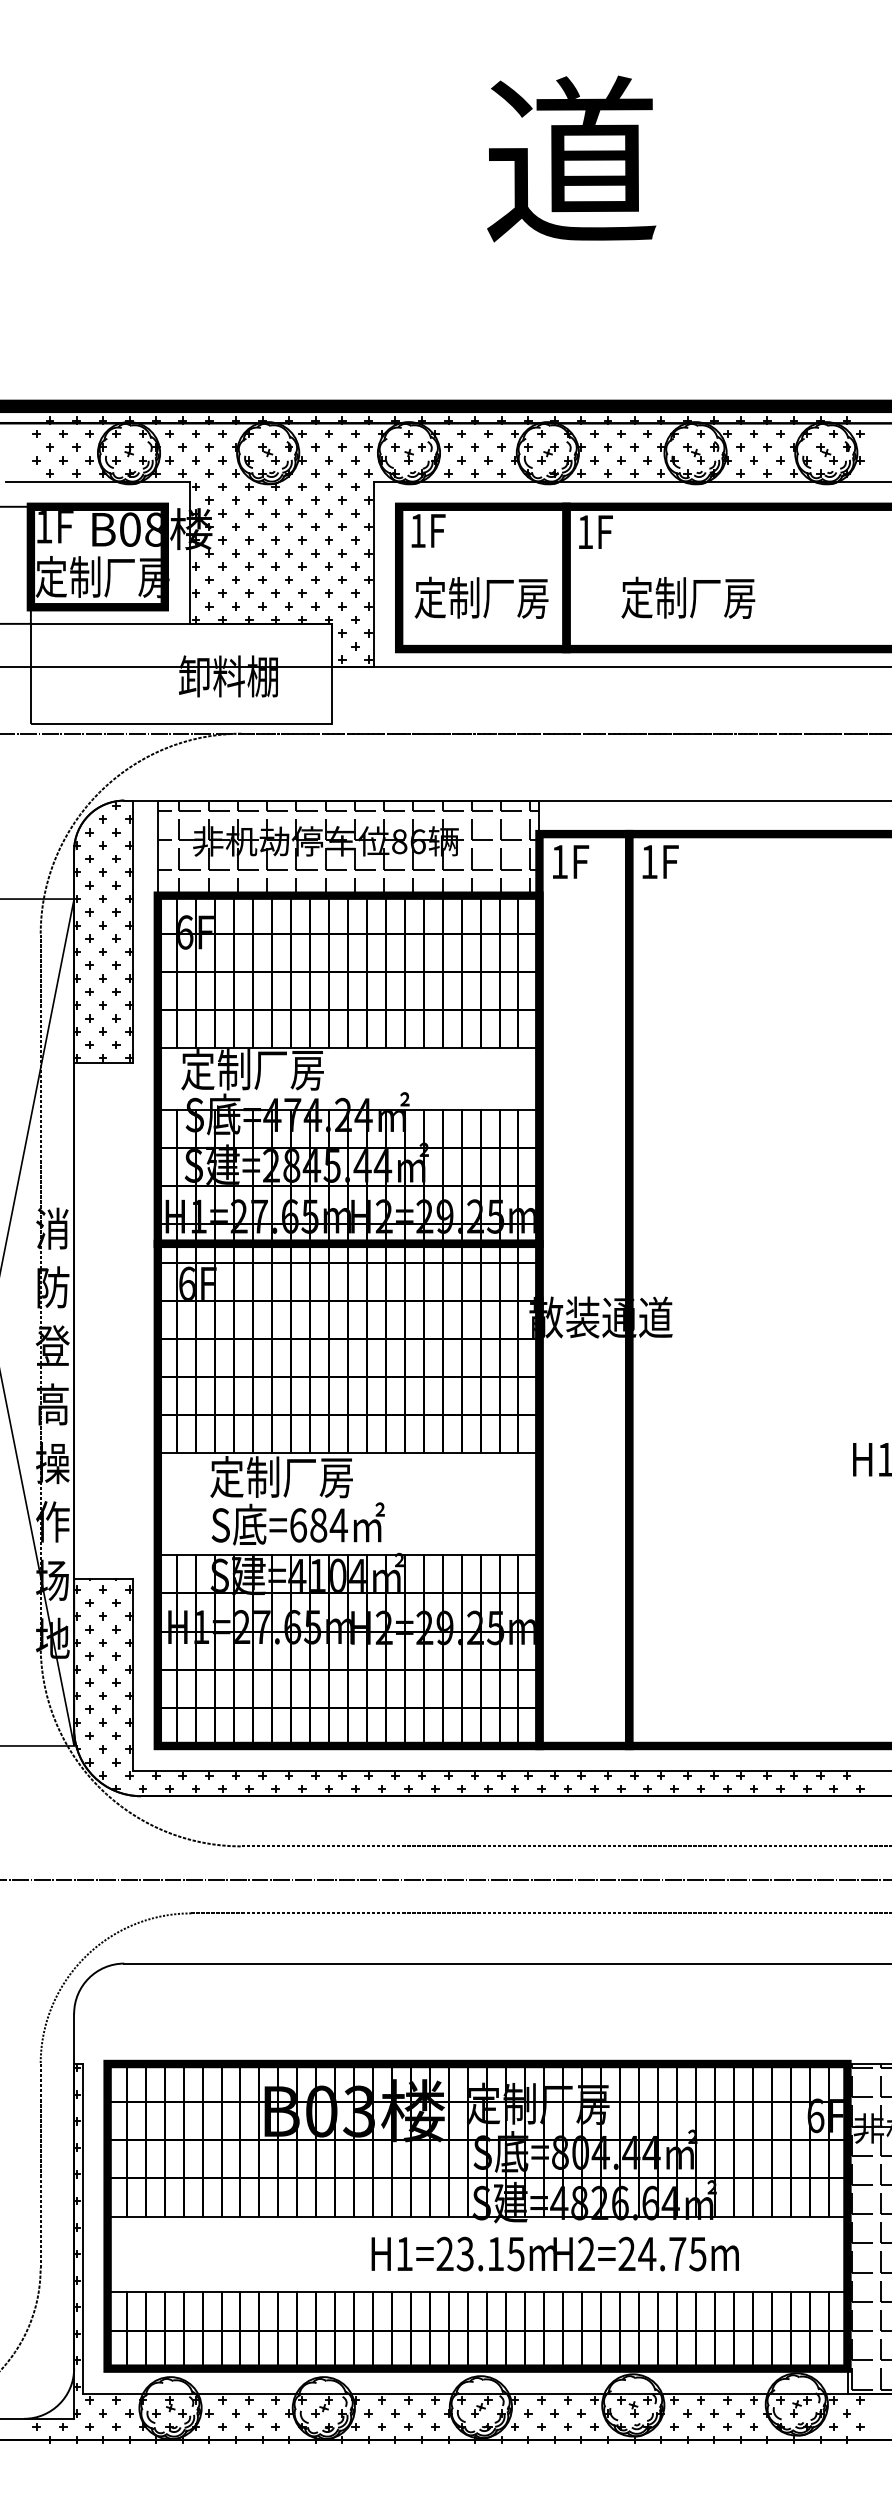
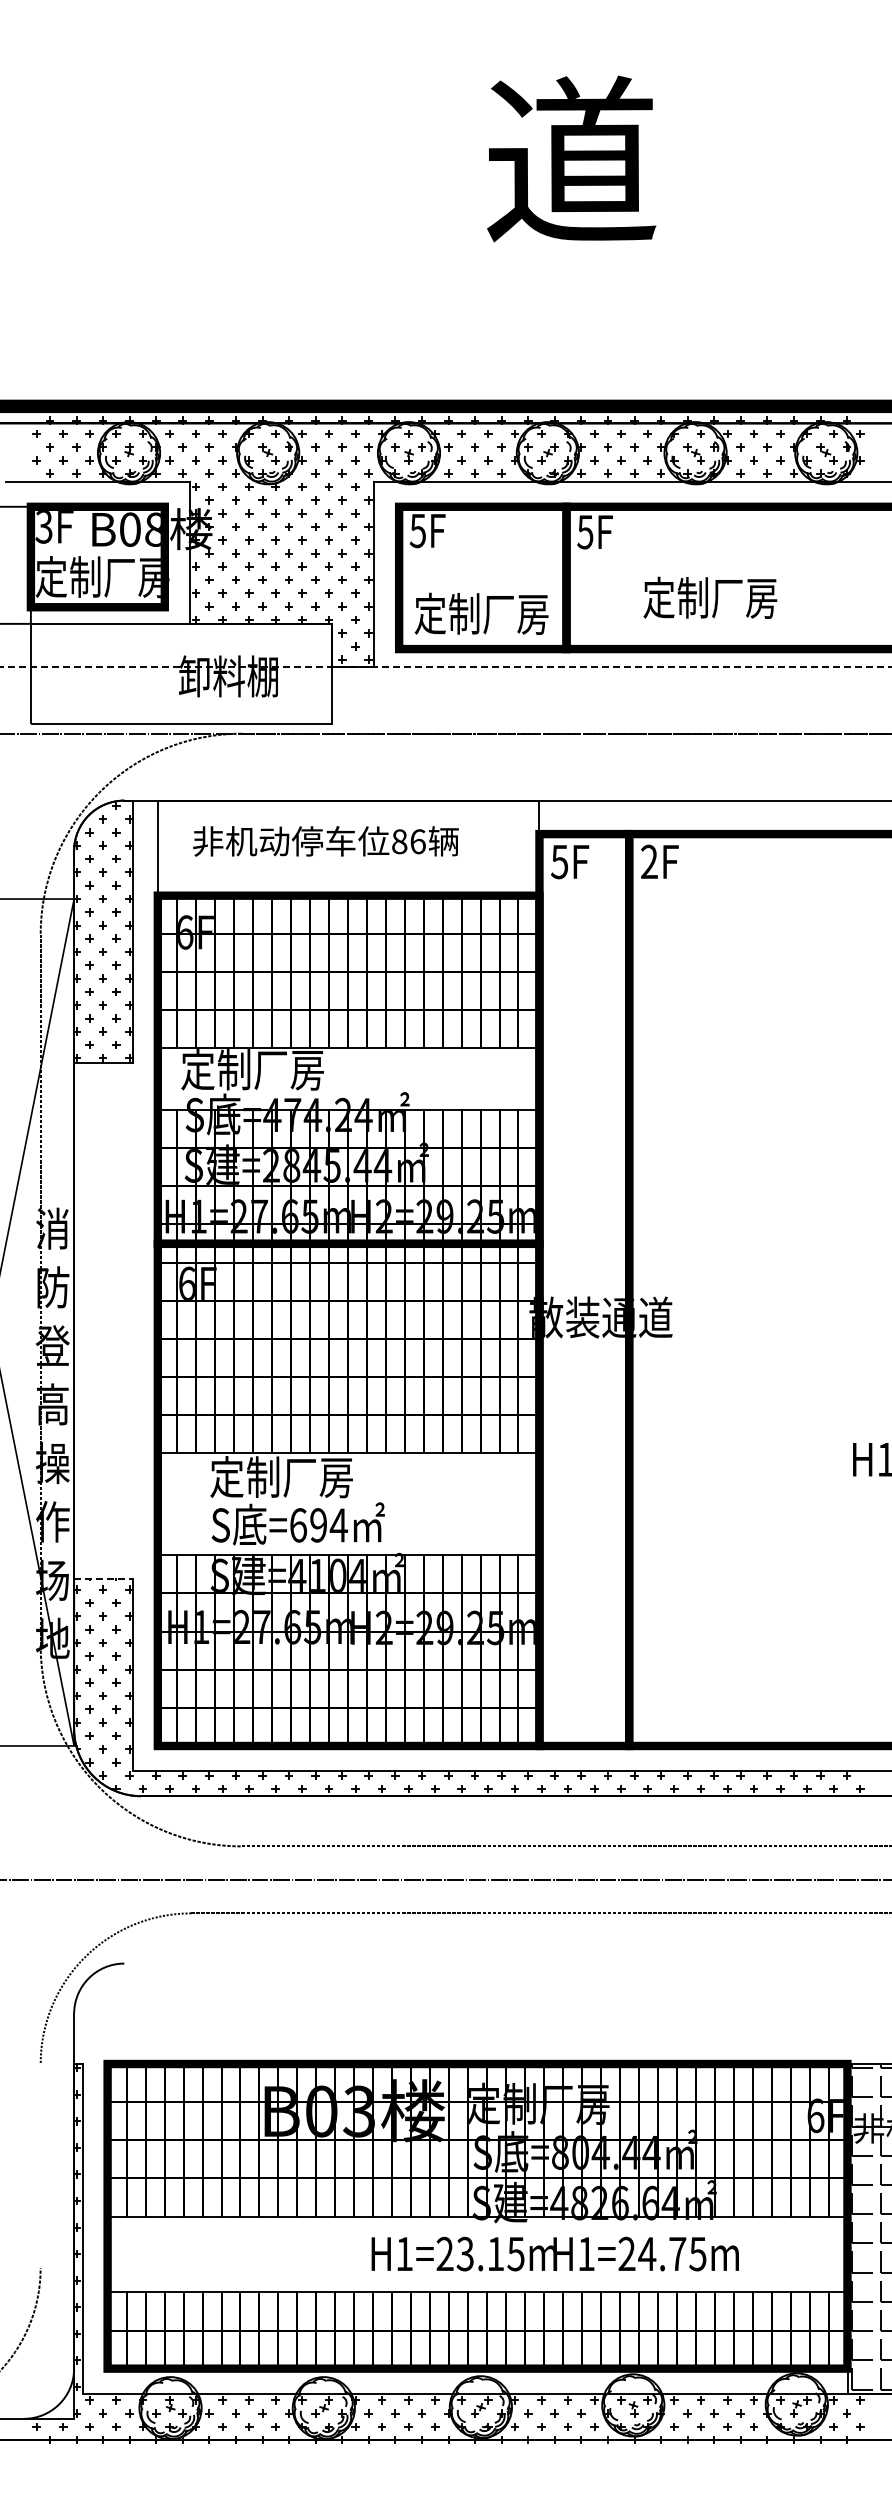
text at (43, 527): 1F -> 3F
text at (417, 531): 1F -> 5F
text at (585, 532): 1F -> 5F
text at (481, 597) position: (481, 597) -> (481, 613)
text at (688, 597) position: (688, 597) -> (710, 597)
line at (445, 666): solid -> dashed
hatch at (348, 847): present -> none
text at (649, 861): 1F -> 2F
text at (559, 862): 1F -> 5F
text at (318, 1525): =684 -> =694
line at (103, 1578): solid -> dashed
line at (506, 1963): present -> none
line at (40, 2166): present -> none
text at (586, 2253): H2=24.75m -> H1=24.75m
